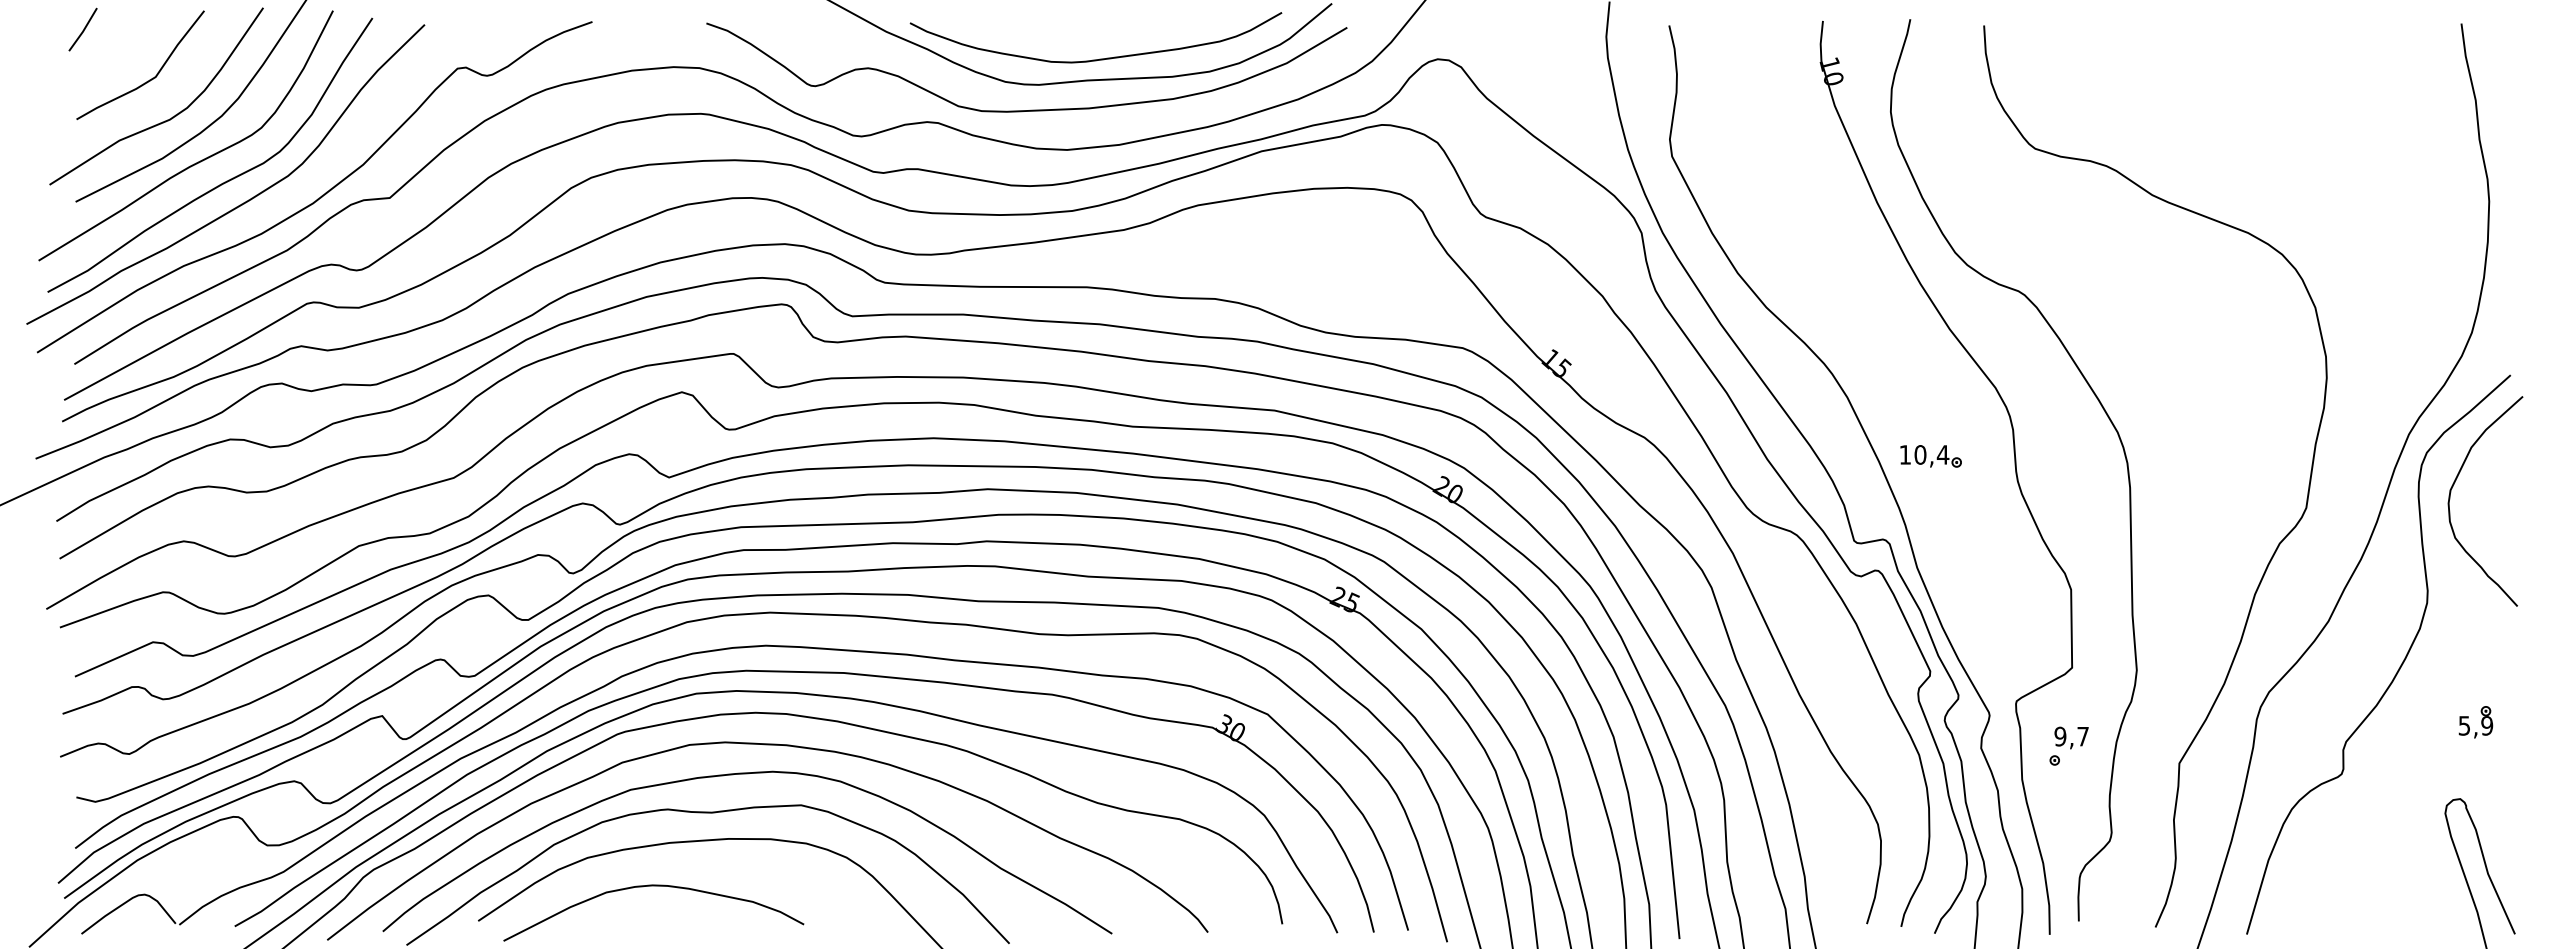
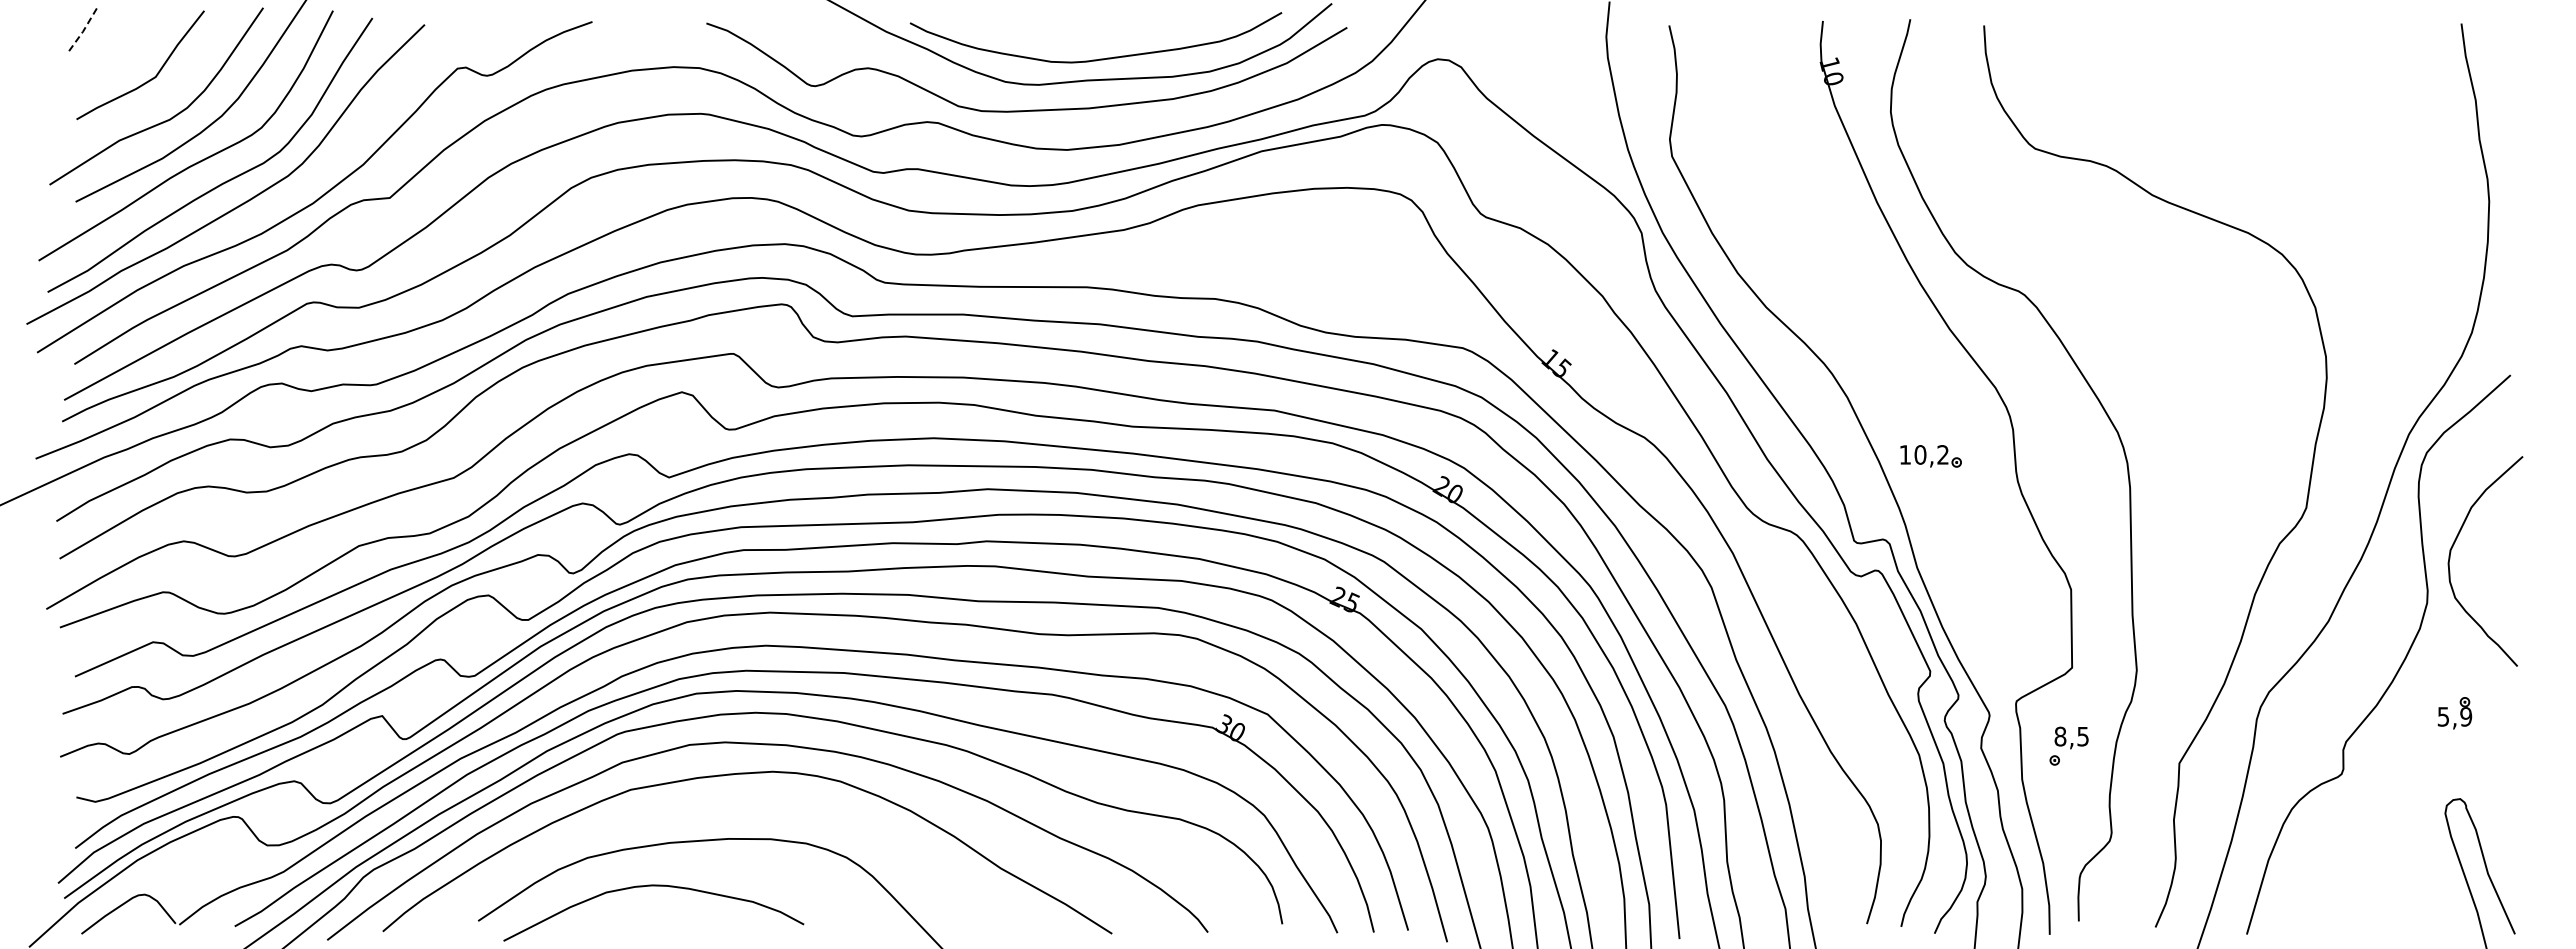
line at (83, 30): solid -> dashed
text at (1942, 454): 10,4 -> 10,2
curve at (2450, 499) position: (2450, 499) -> (2450, 559)
part at (2475, 722) position: (2475, 722) -> (2454, 713)
text at (2071, 736): 9,7 -> 8,5
curve at (707, 813): present -> none
